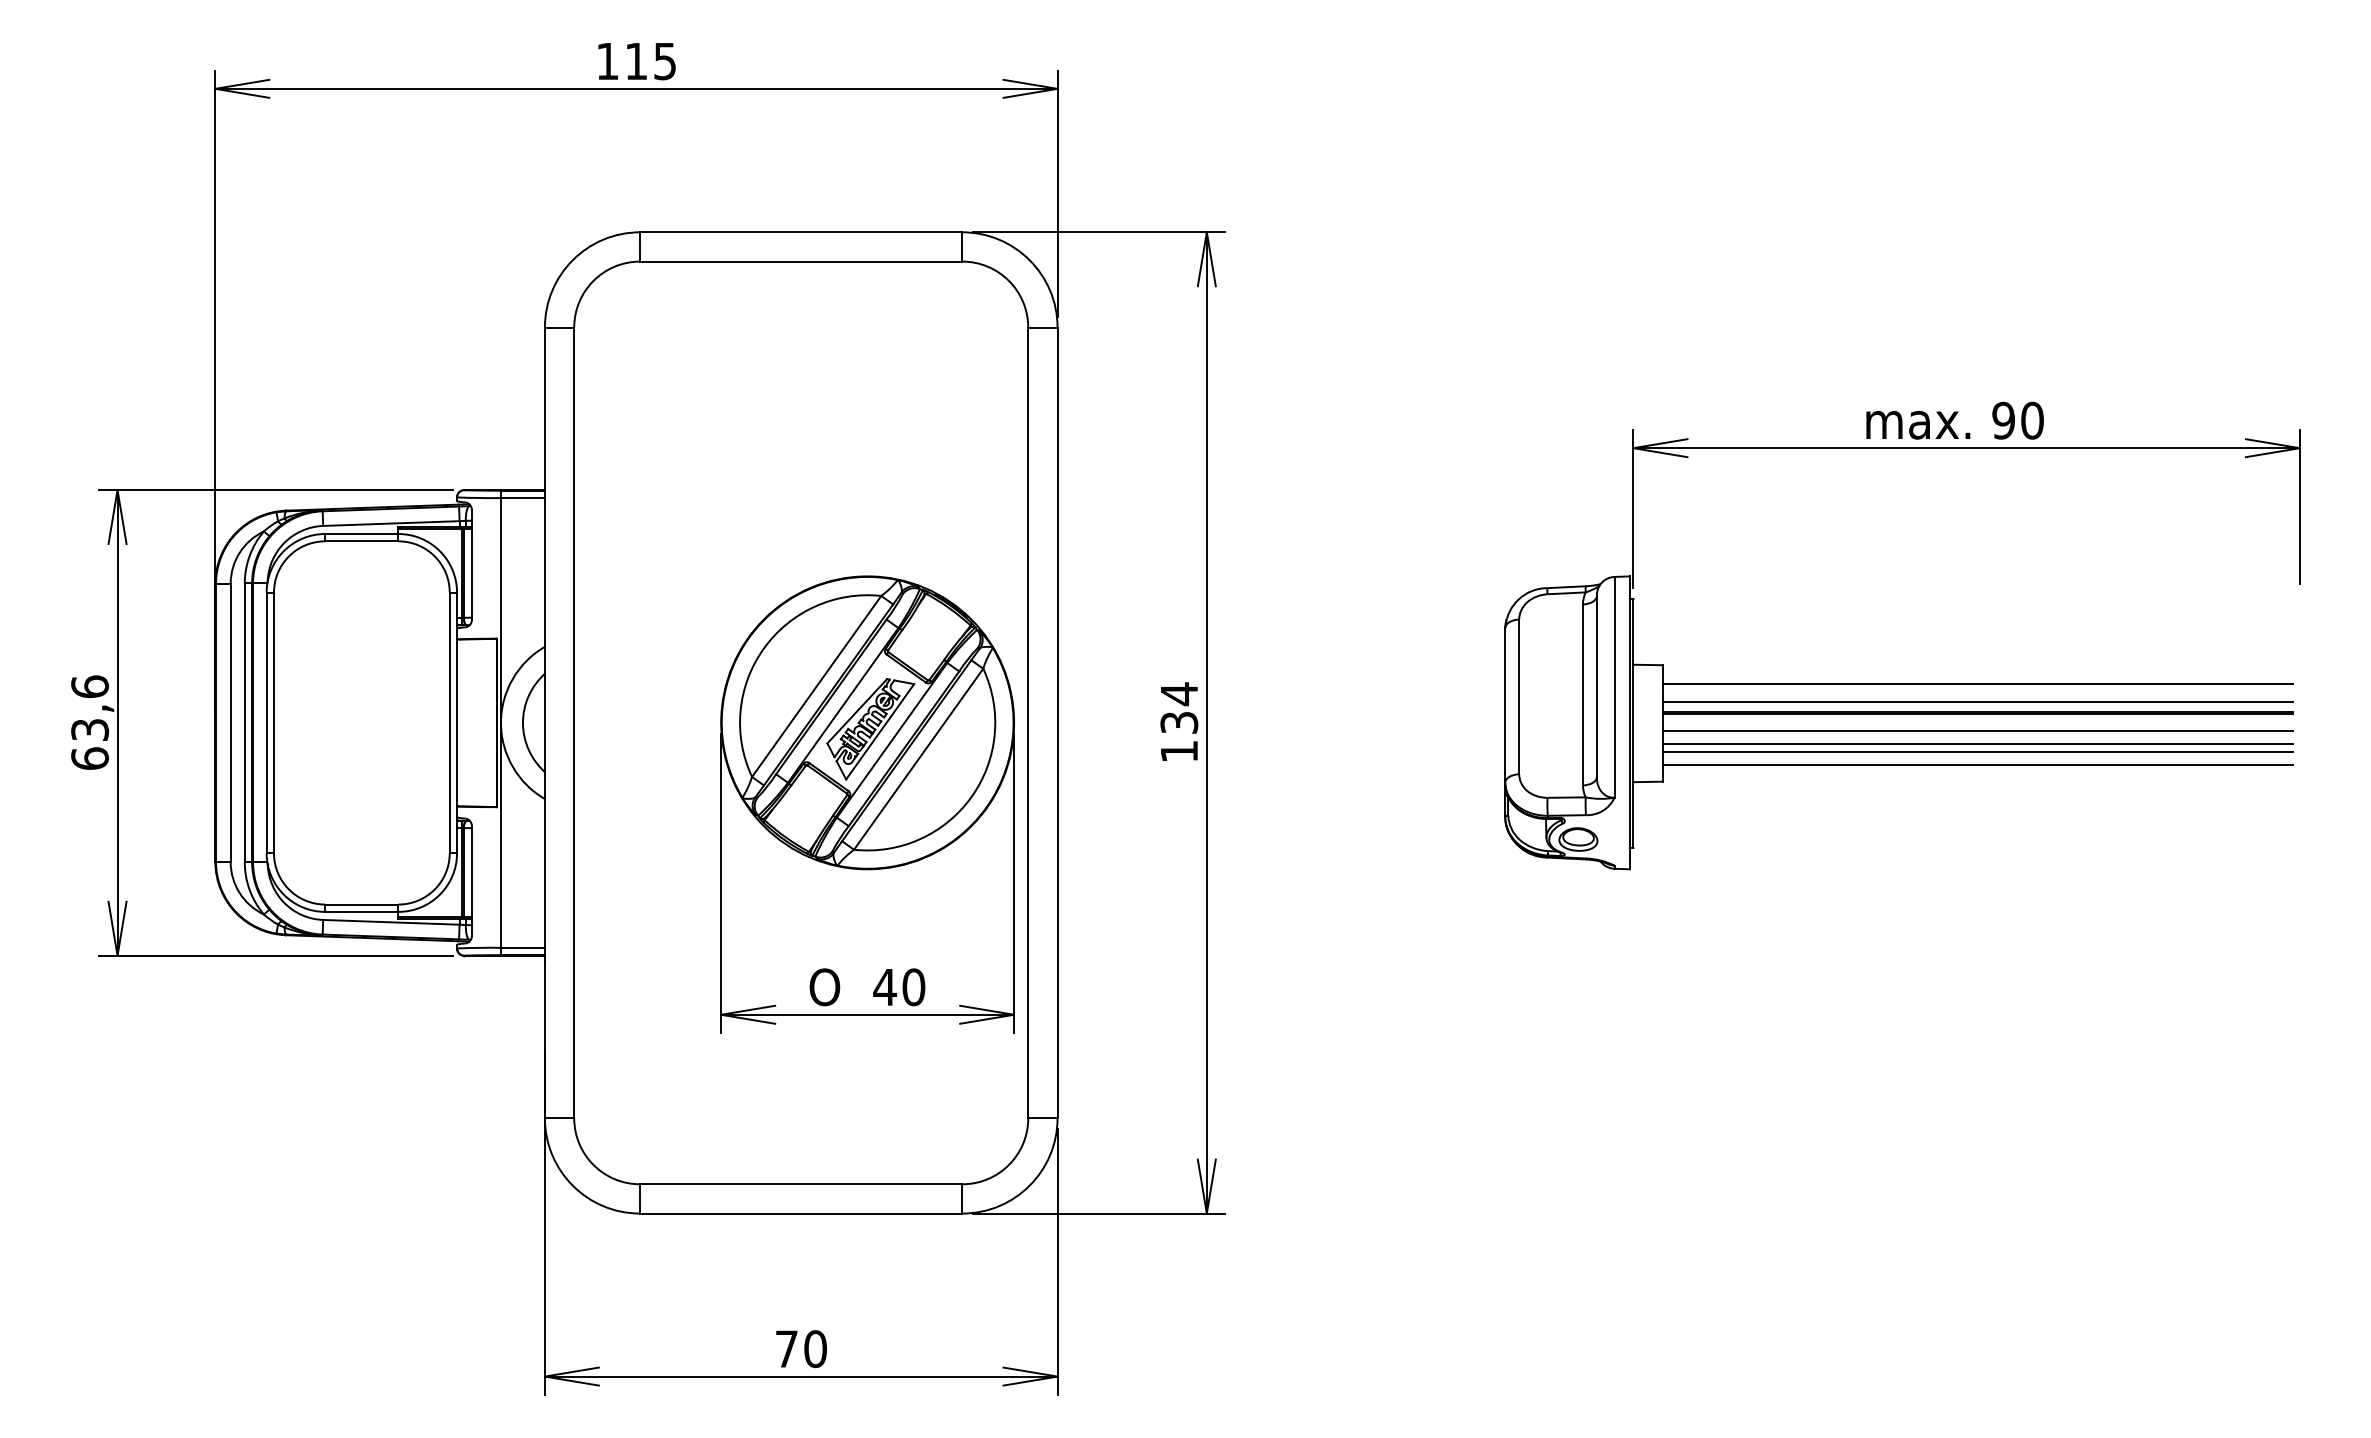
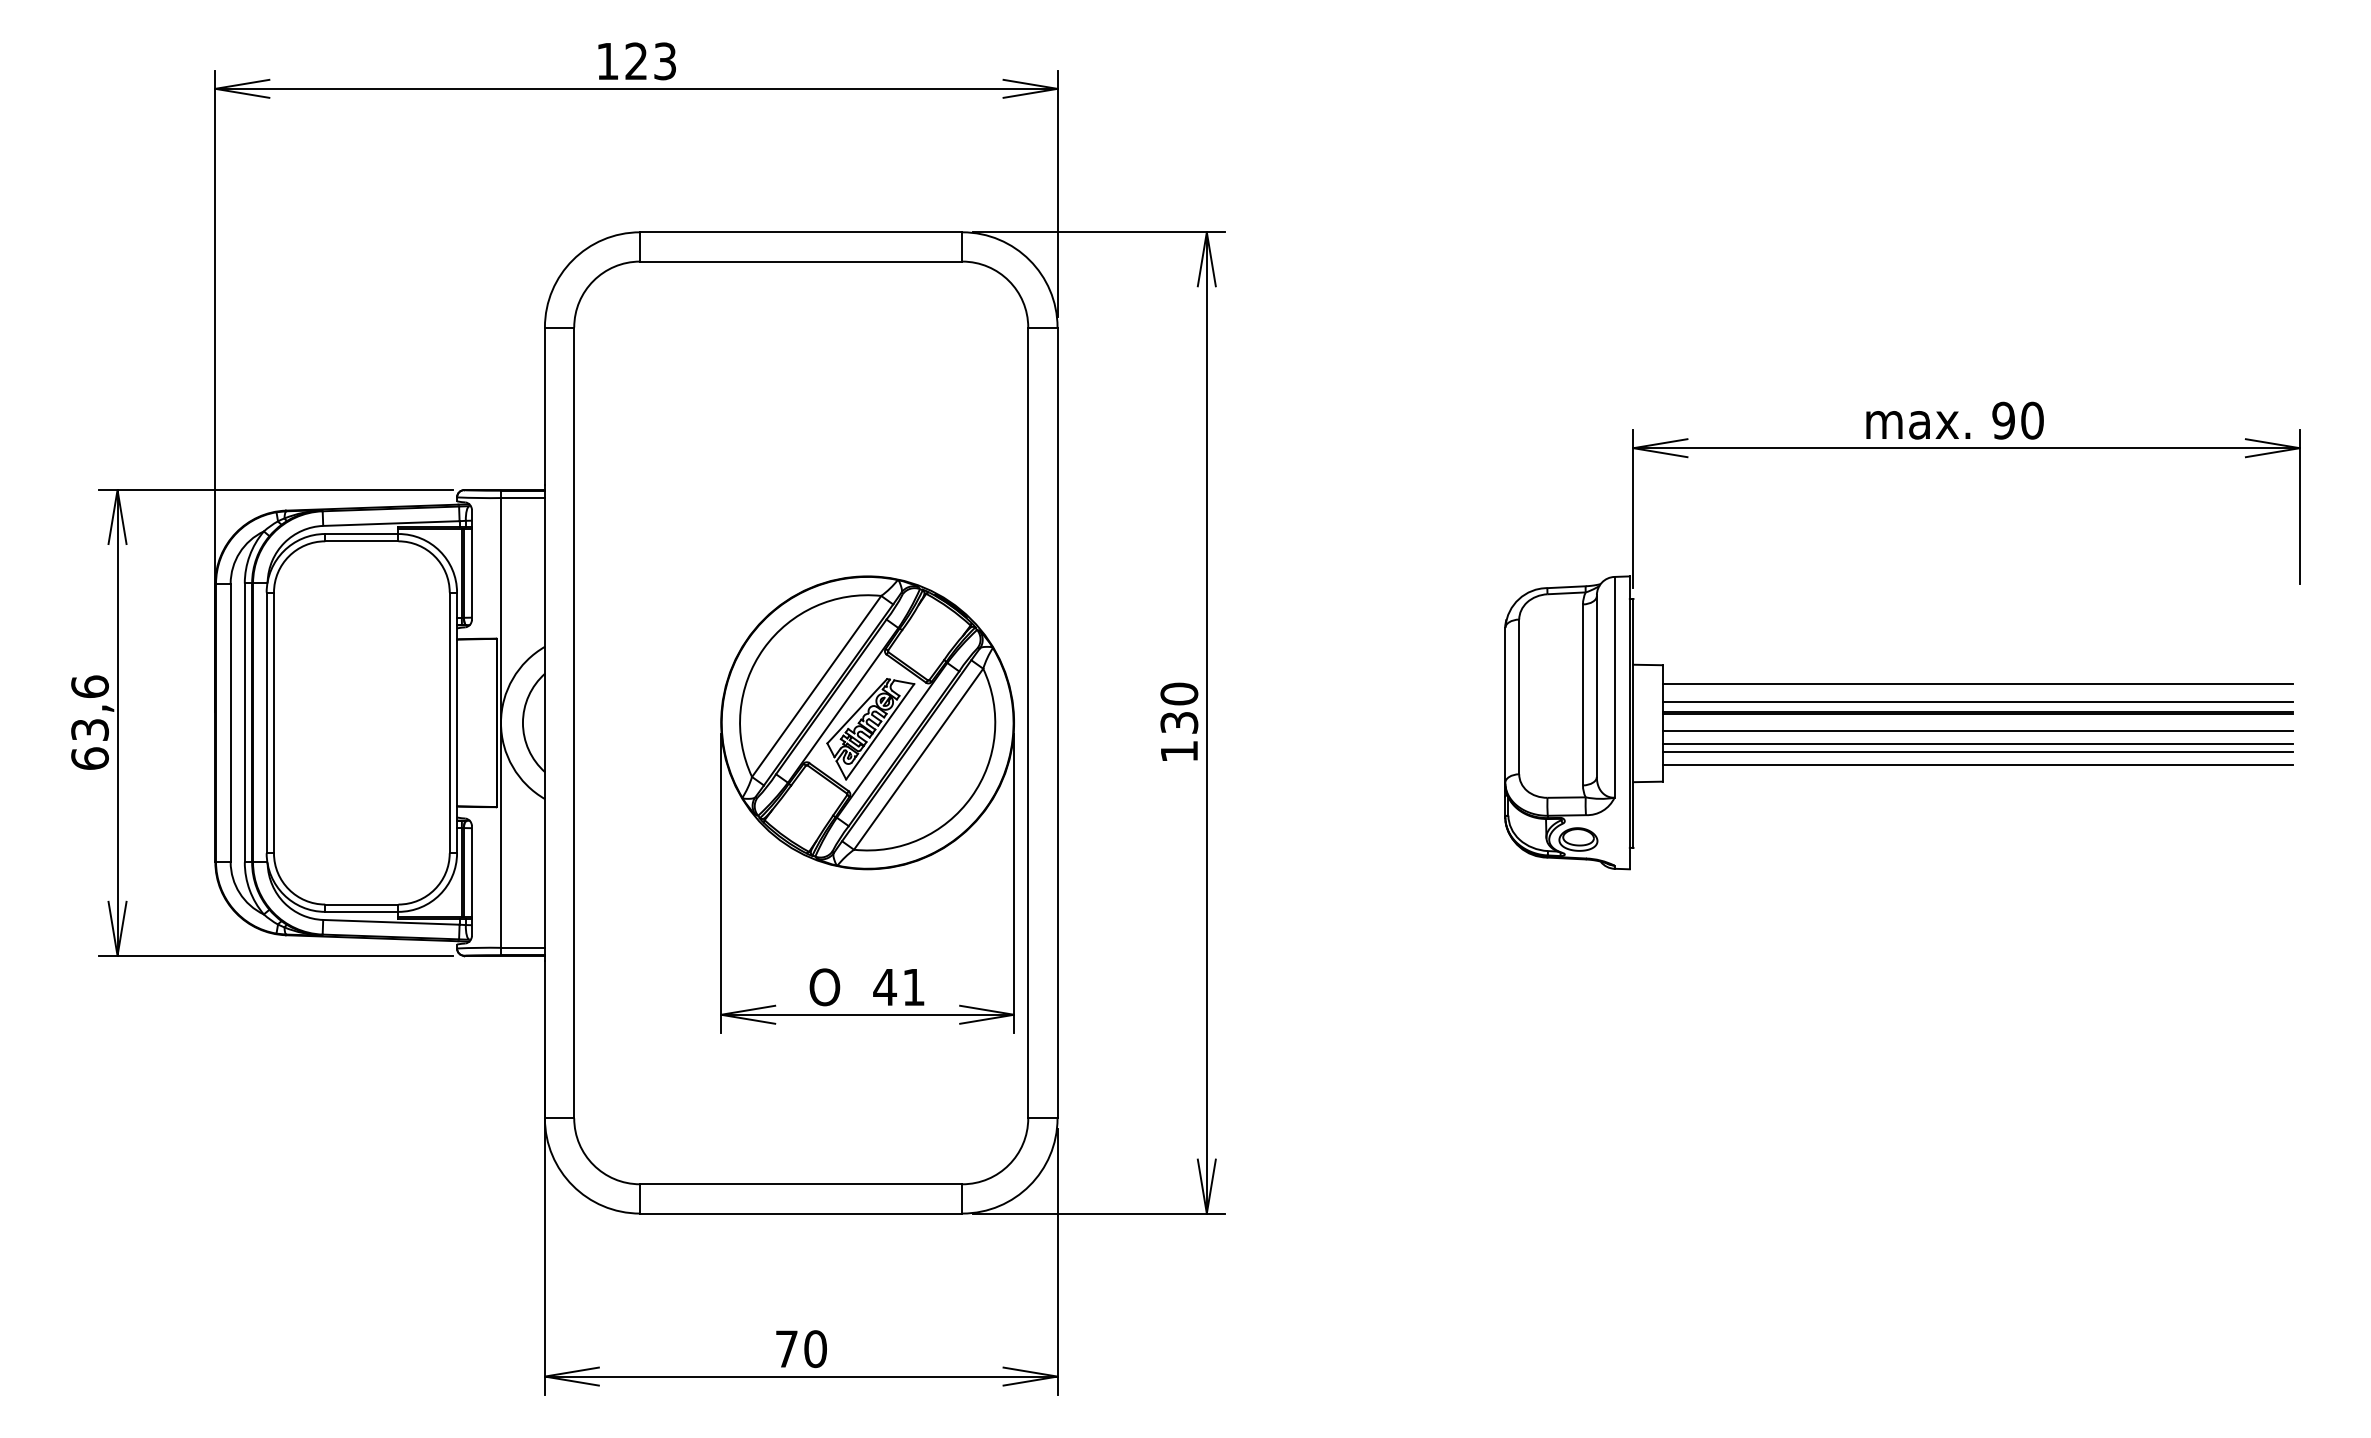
text at (650, 60): 115 -> 123
text at (1179, 694): 134 -> 130
text at (913, 987): 40 -> 41
